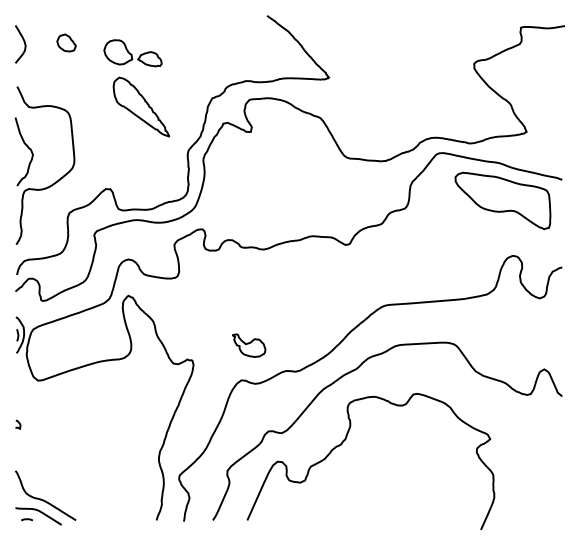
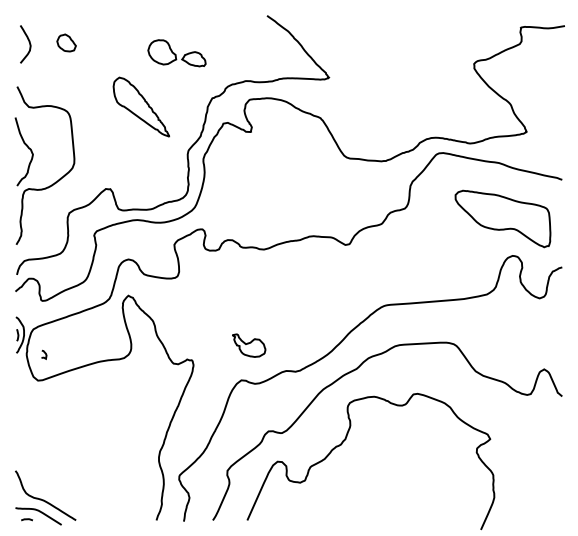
curve at (23, 42) position: (23, 42) -> (28, 42)
part at (132, 53) position: (132, 53) -> (176, 53)
part at (502, 200) position: (502, 200) -> (502, 218)
curve at (18, 423) position: (18, 423) -> (44, 353)
